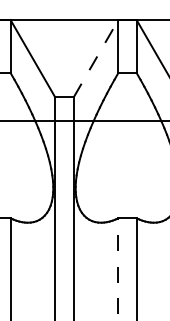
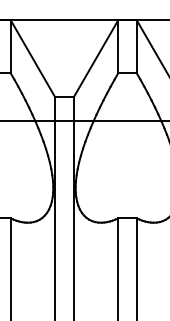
line at (96, 58): dashed -> solid
line at (118, 269): dashed -> solid
